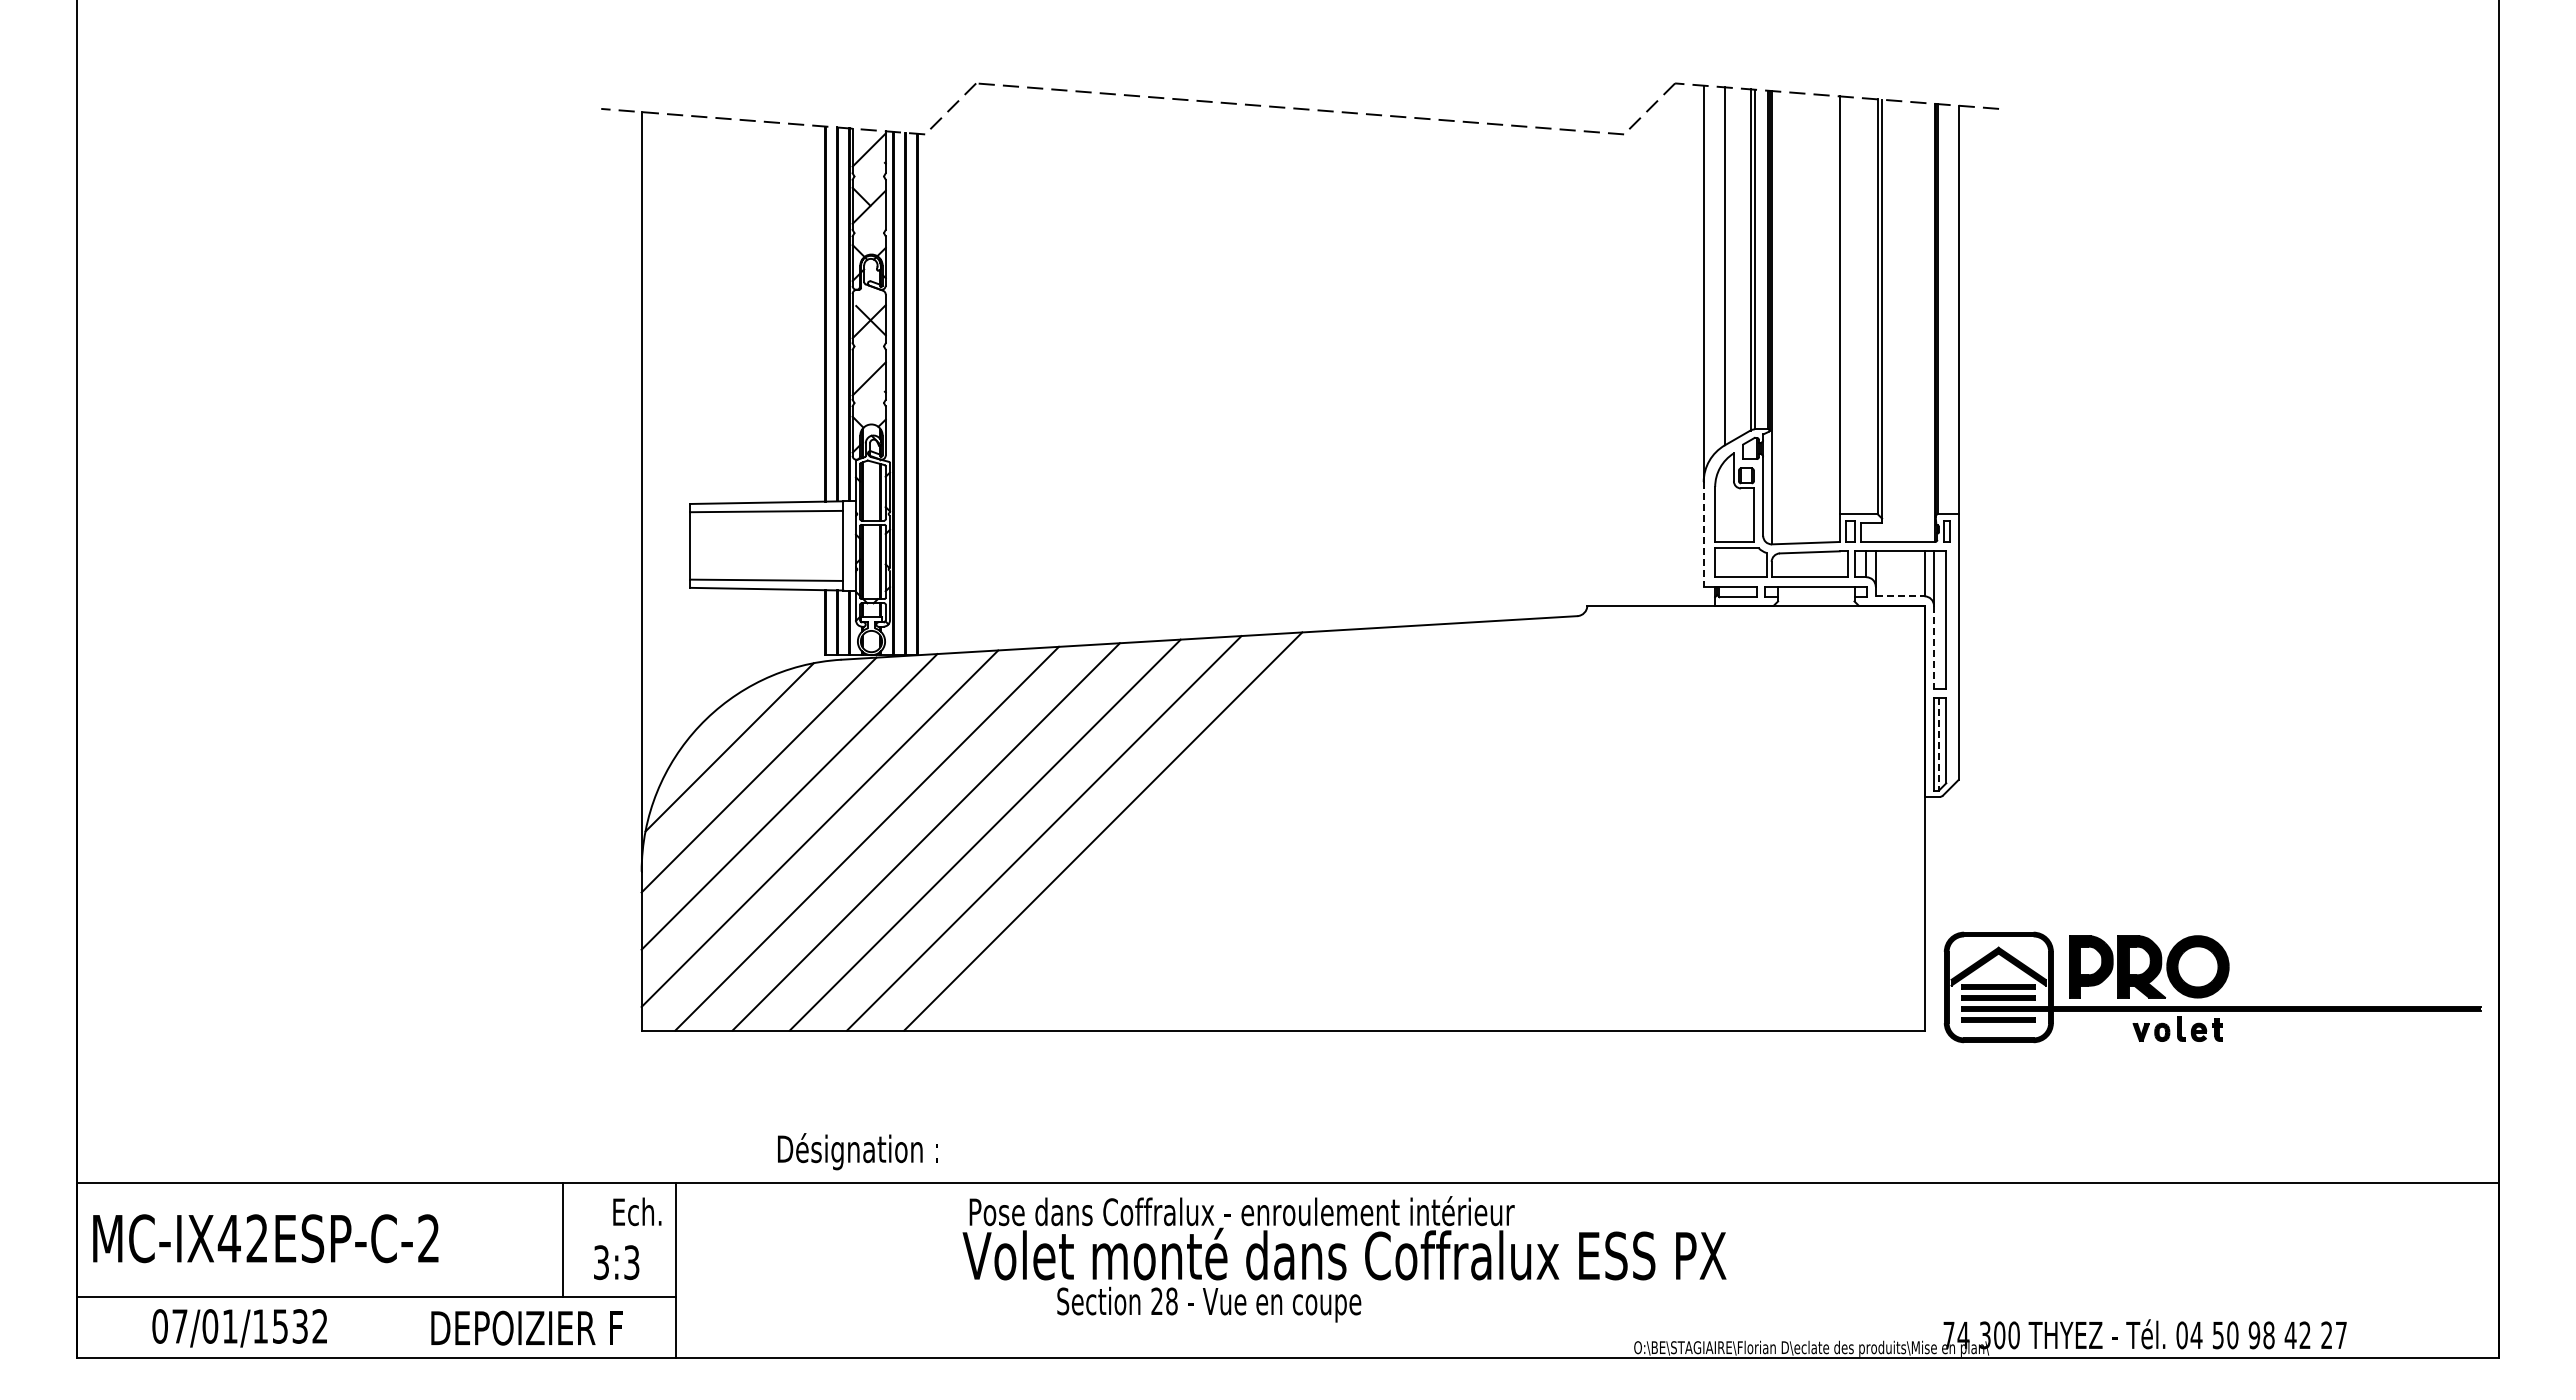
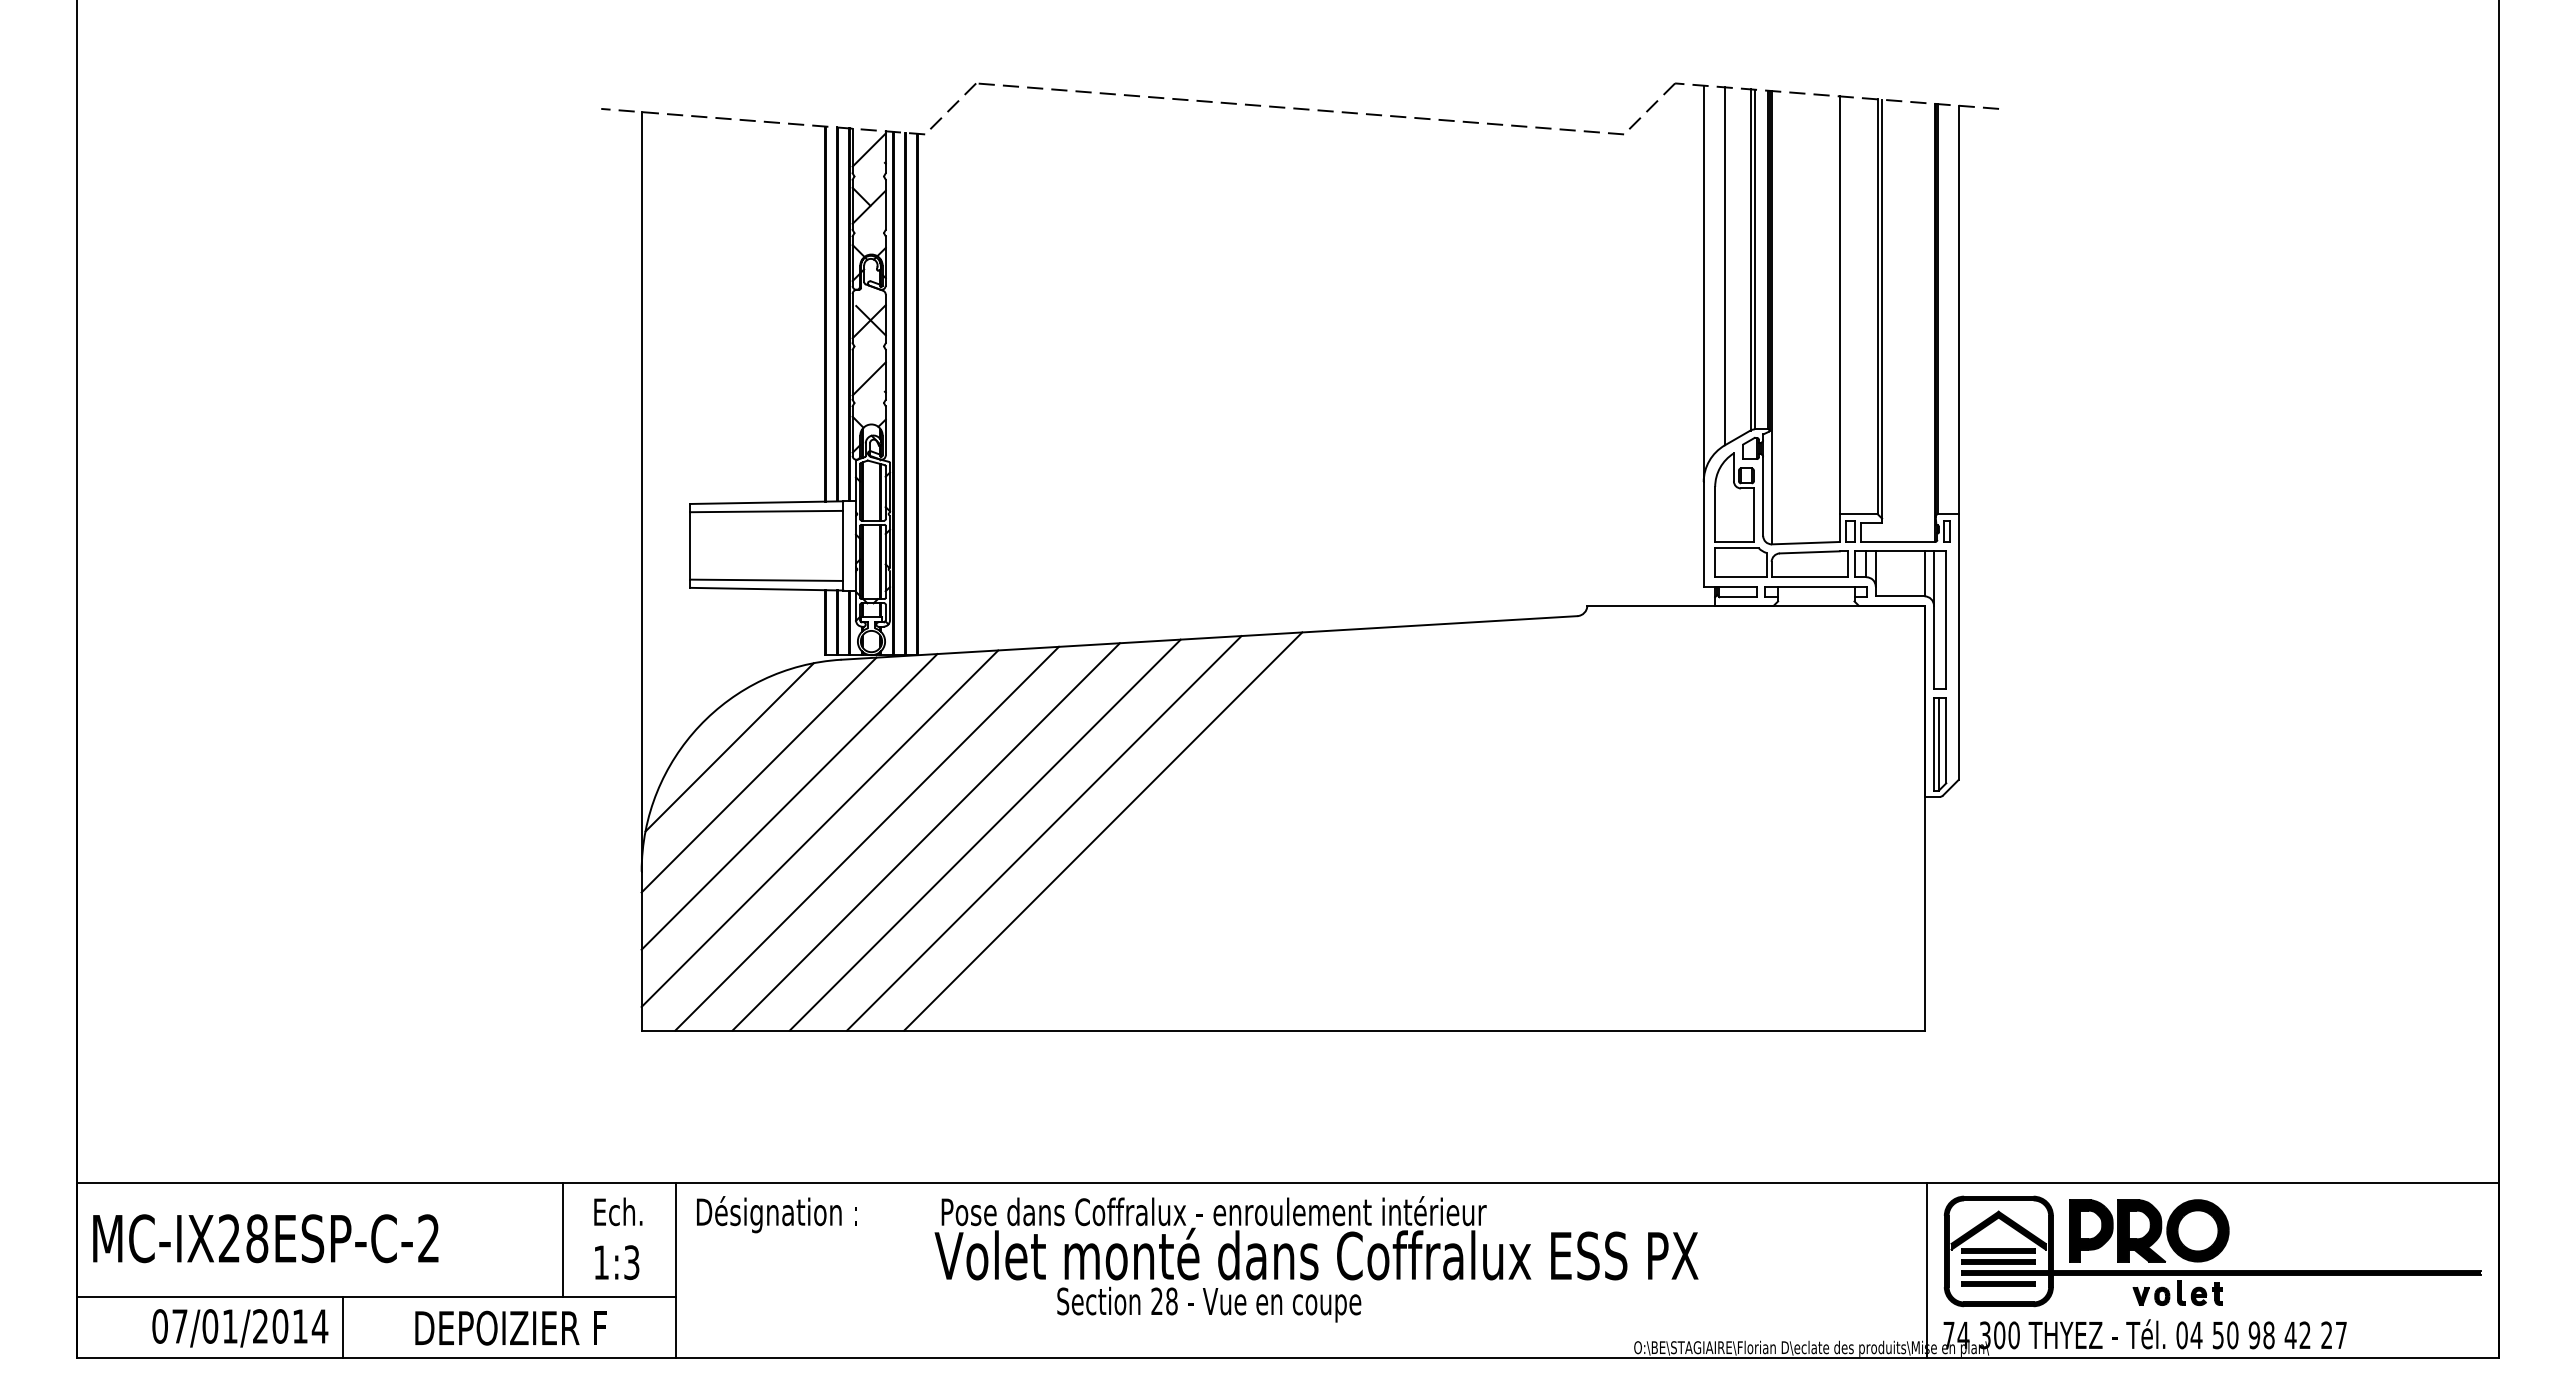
line at (1703, 534): dashed -> solid
line at (1900, 596): dashed -> solid
line at (1933, 647): dashed -> solid
line at (1939, 744): dashed -> solid
part at (2212, 987) position: (2212, 987) -> (2212, 1251)
text at (857, 1151) position: (857, 1151) -> (776, 1214)
text at (637, 1211) position: (637, 1211) -> (618, 1211)
text at (242, 1238): MC-IX42ESP-C-2 -> MC-IX28ESP-C-2
text at (1344, 1238) position: (1344, 1238) -> (1316, 1238)
text at (601, 1262): 3:3 -> 1:3
line at (1926, 1270): none -> present
text at (290, 1326): 07/01/1532 -> 07/01/2014
line at (343, 1326): none -> present
text at (526, 1327) position: (526, 1327) -> (510, 1327)
